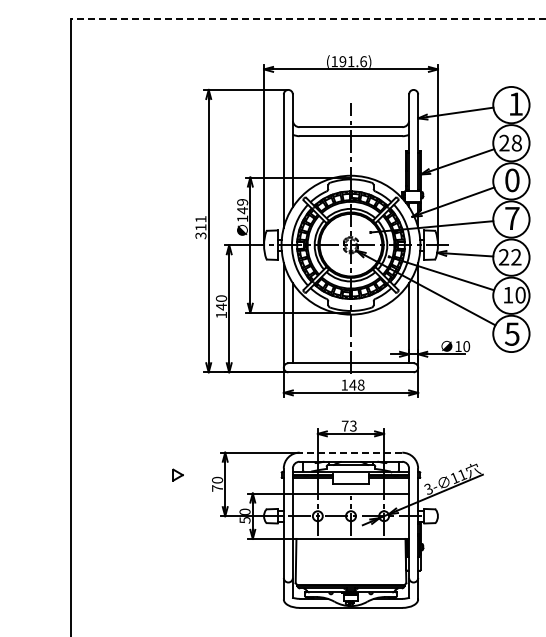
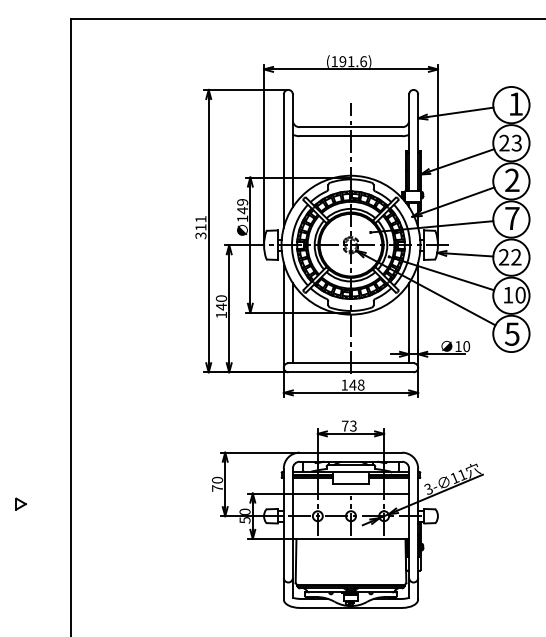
line at (307, 19): dashed -> solid
text at (516, 142): 28 -> 23
text at (512, 180): 0 -> 2
line at (350, 452): dashed -> solid
part at (177, 474) position: (177, 474) -> (20, 503)
